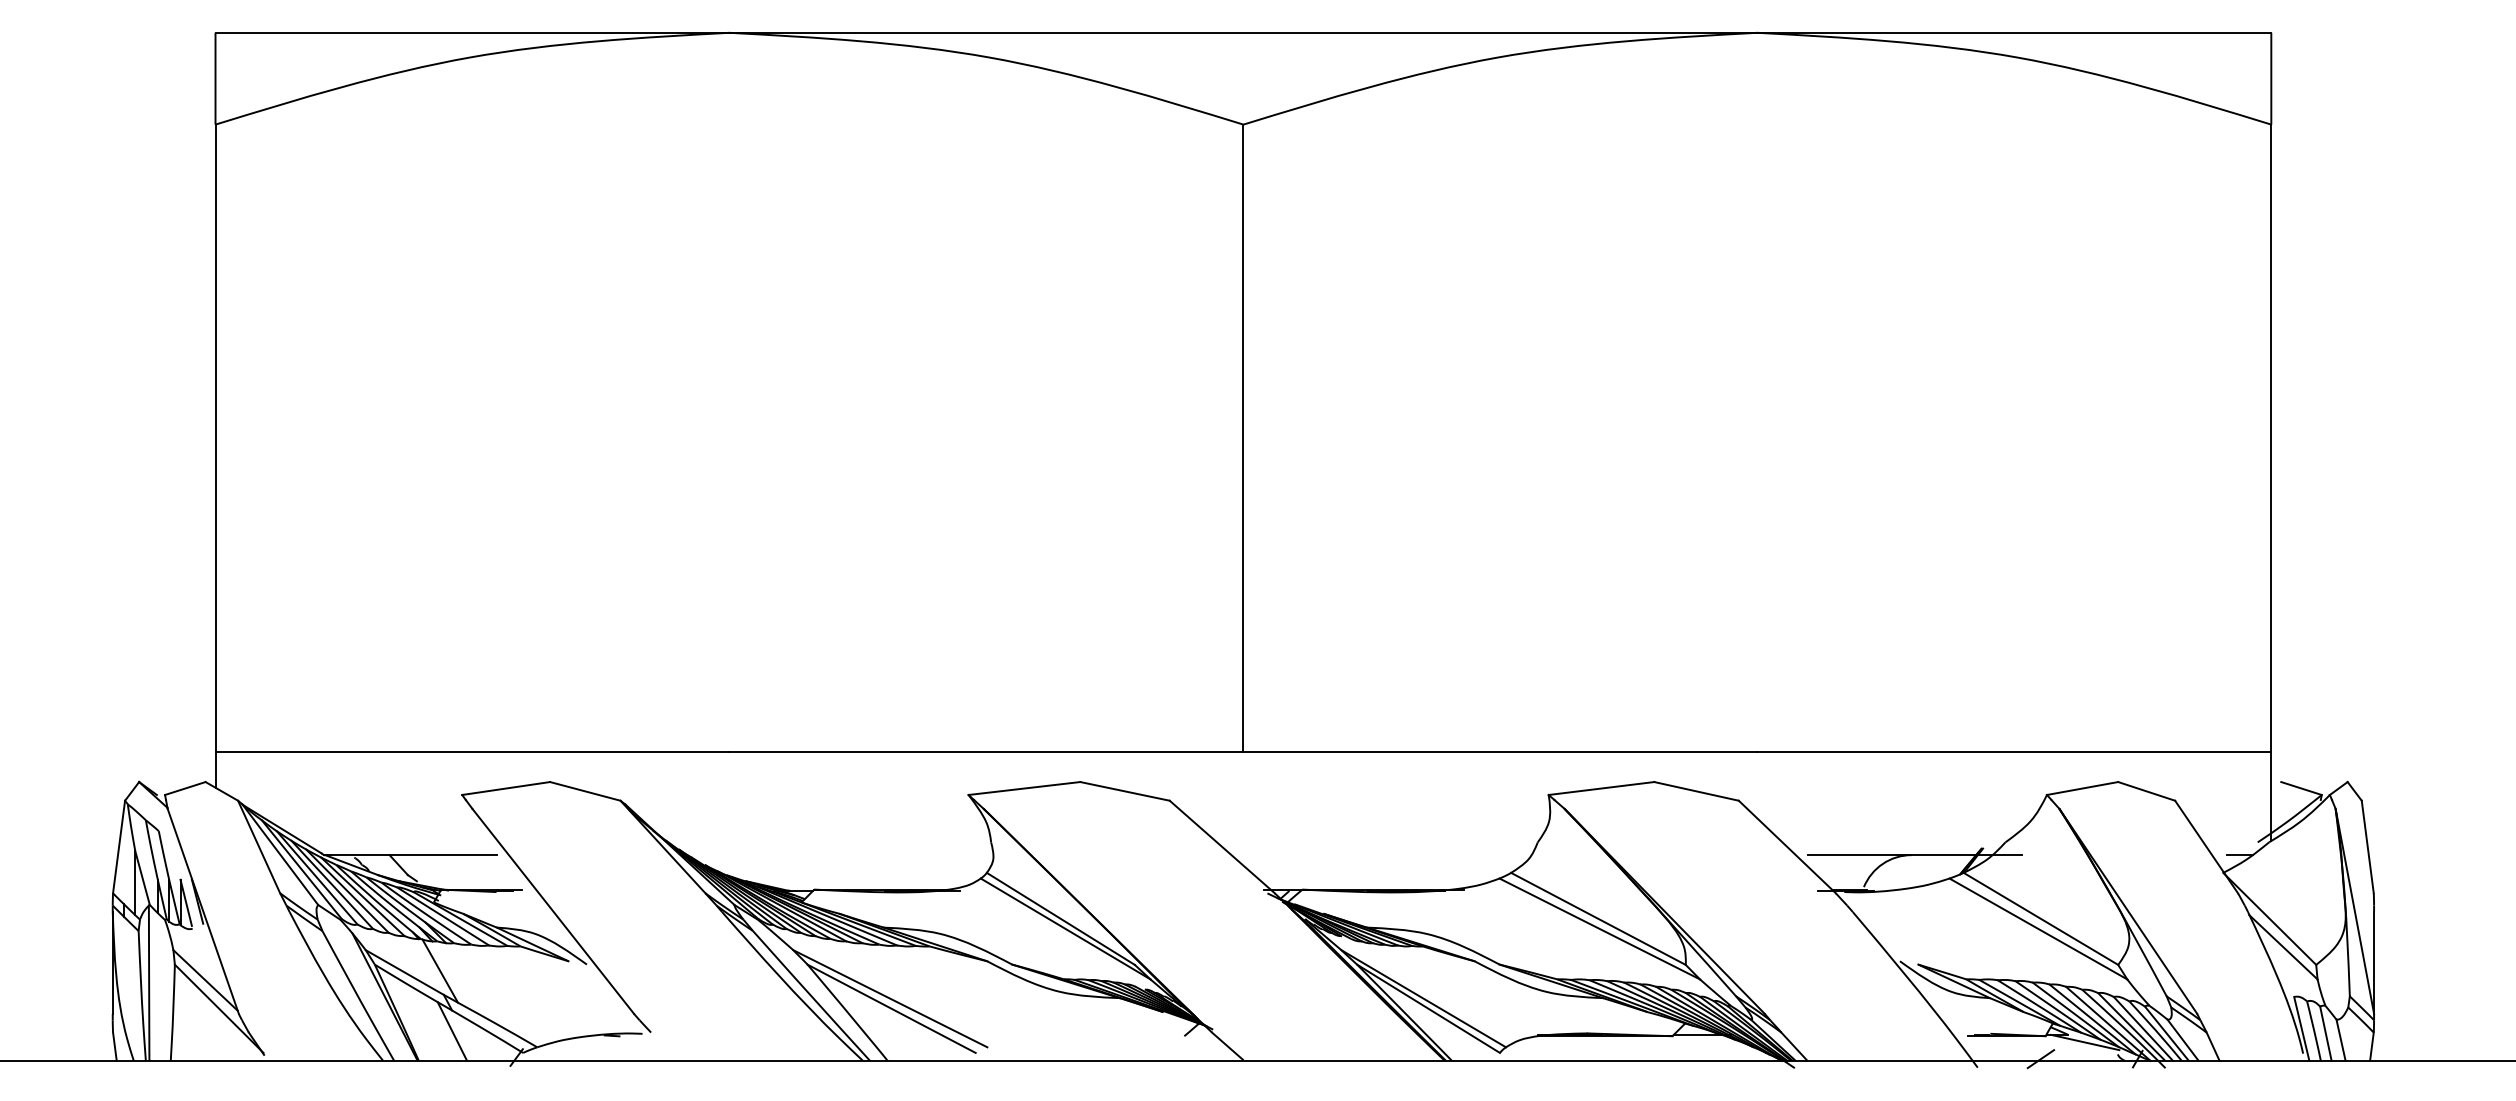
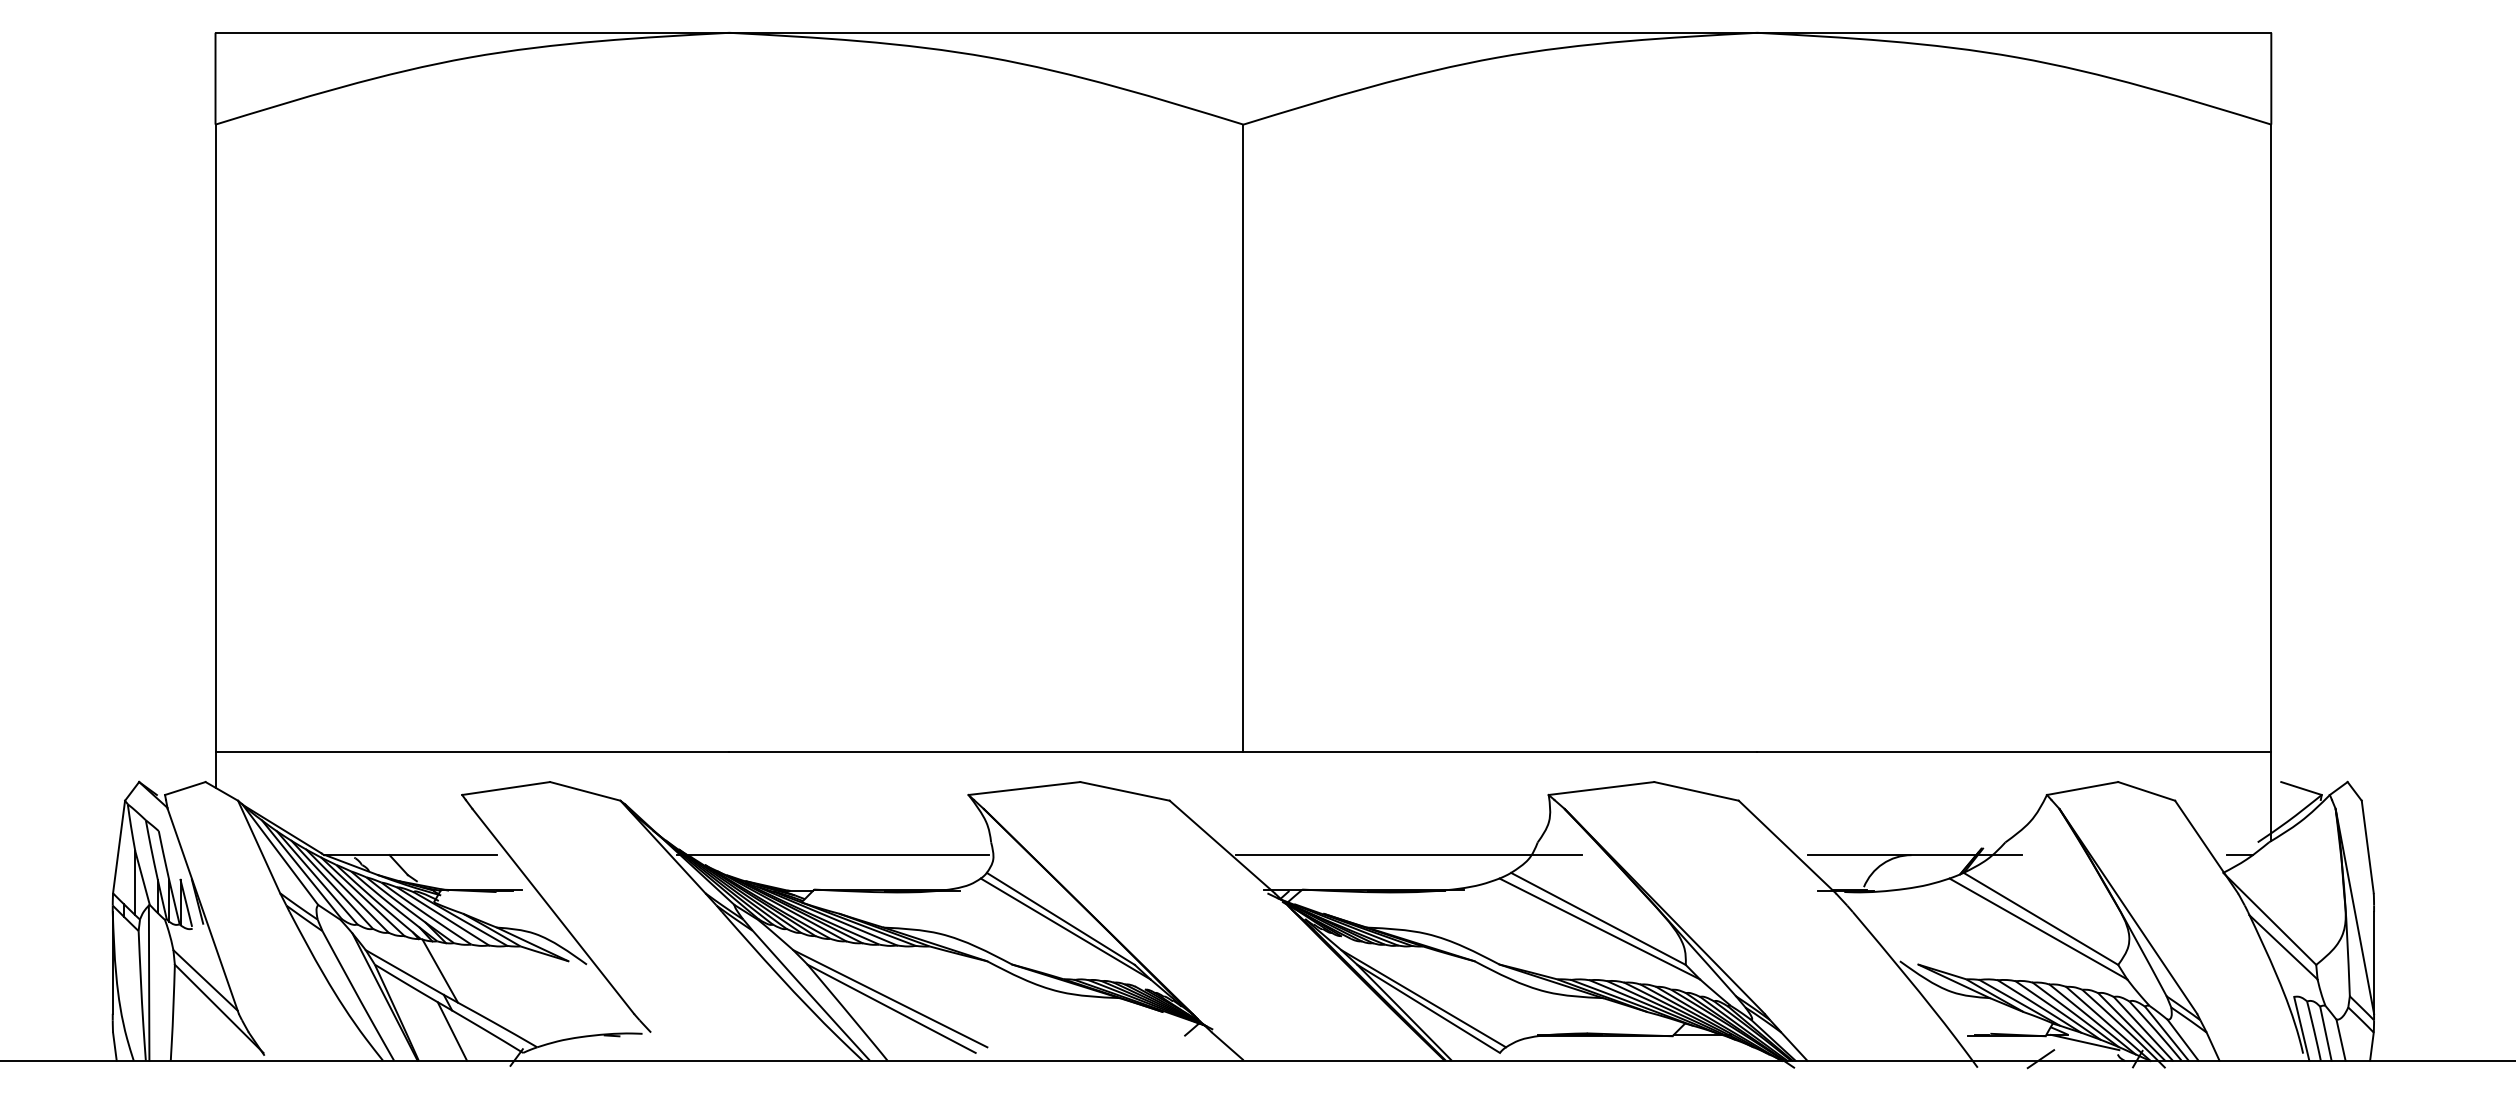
line at (833, 855): none -> present
line at (1408, 855): none -> present
